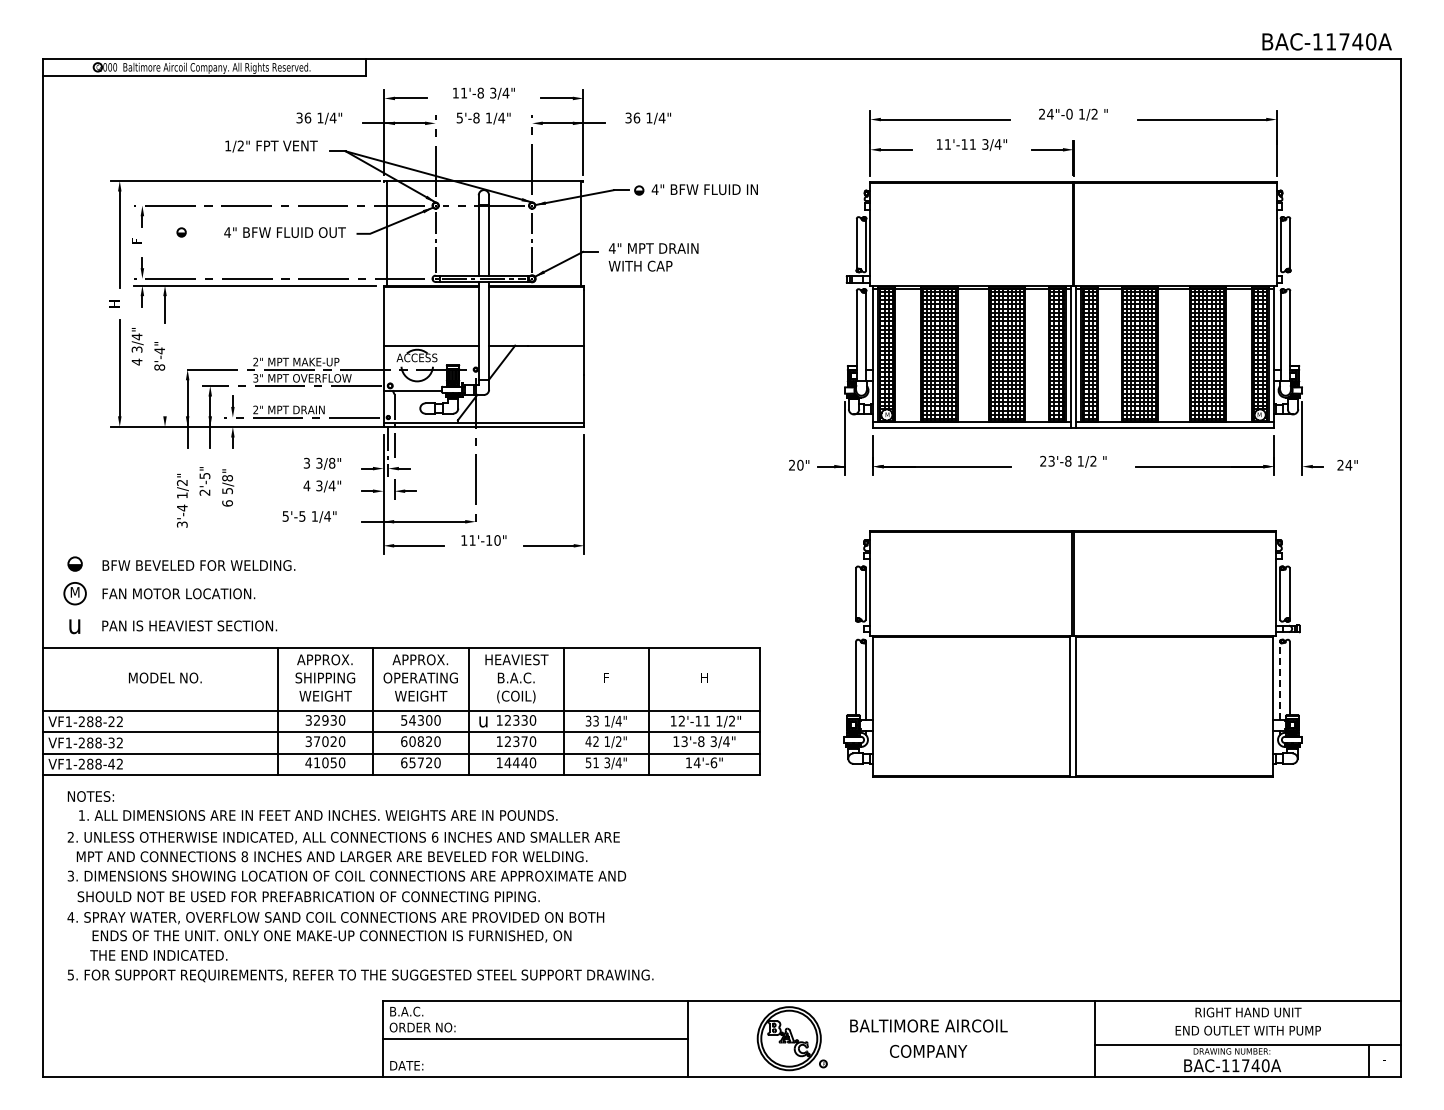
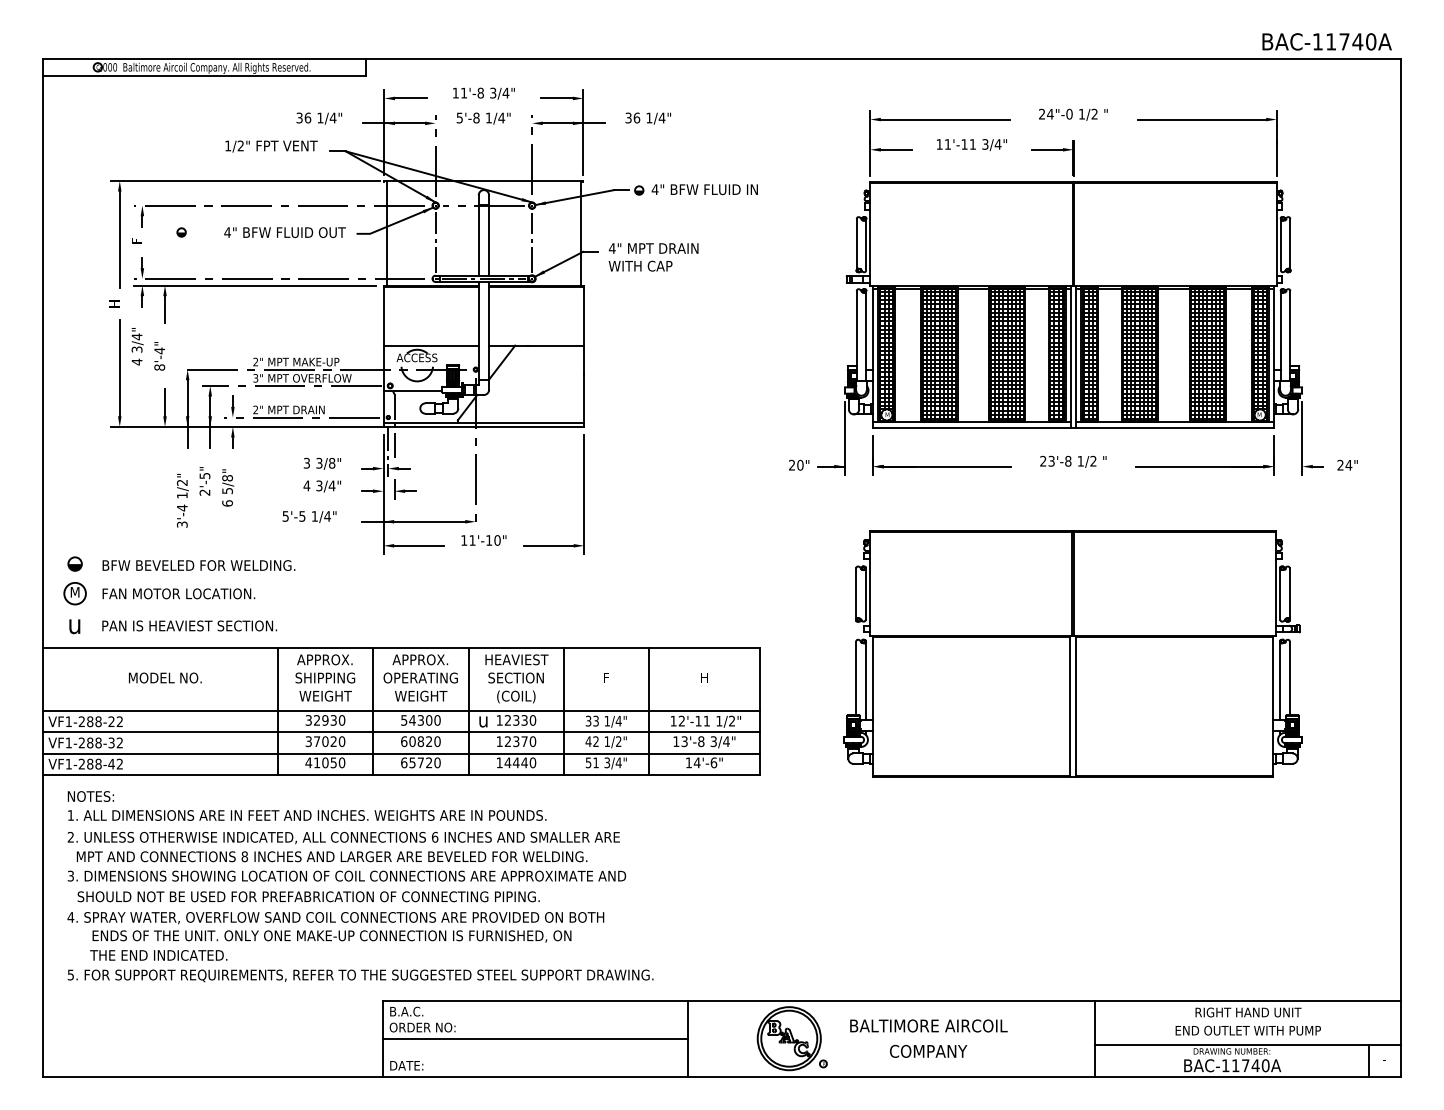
line at (165, 402): none -> present
text at (515, 677): B.A.C. -> SECTION
line at (1280, 680): dashed -> solid
text at (318, 815) position: (318, 815) -> (307, 815)
